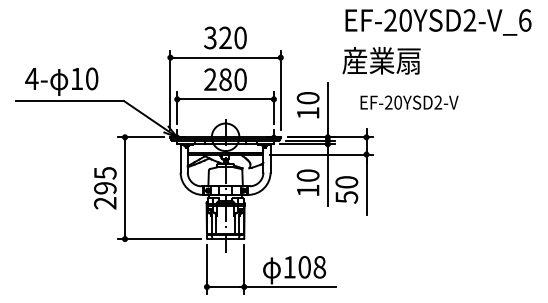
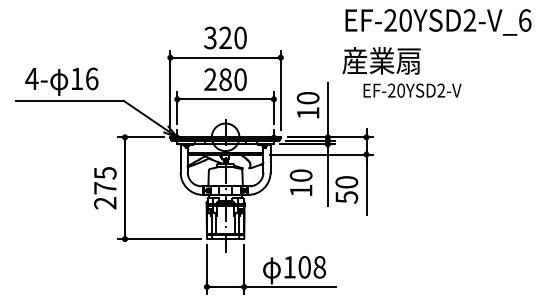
text at (92, 78): 10 -> 16
text at (409, 102) position: (409, 102) -> (412, 90)
text at (307, 182) position: (307, 182) -> (300, 182)
text at (105, 188): 295 -> 275
